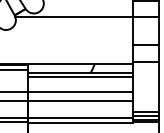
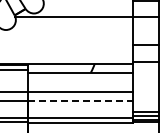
line at (80, 76): present -> none
line at (80, 101): solid -> dashed
